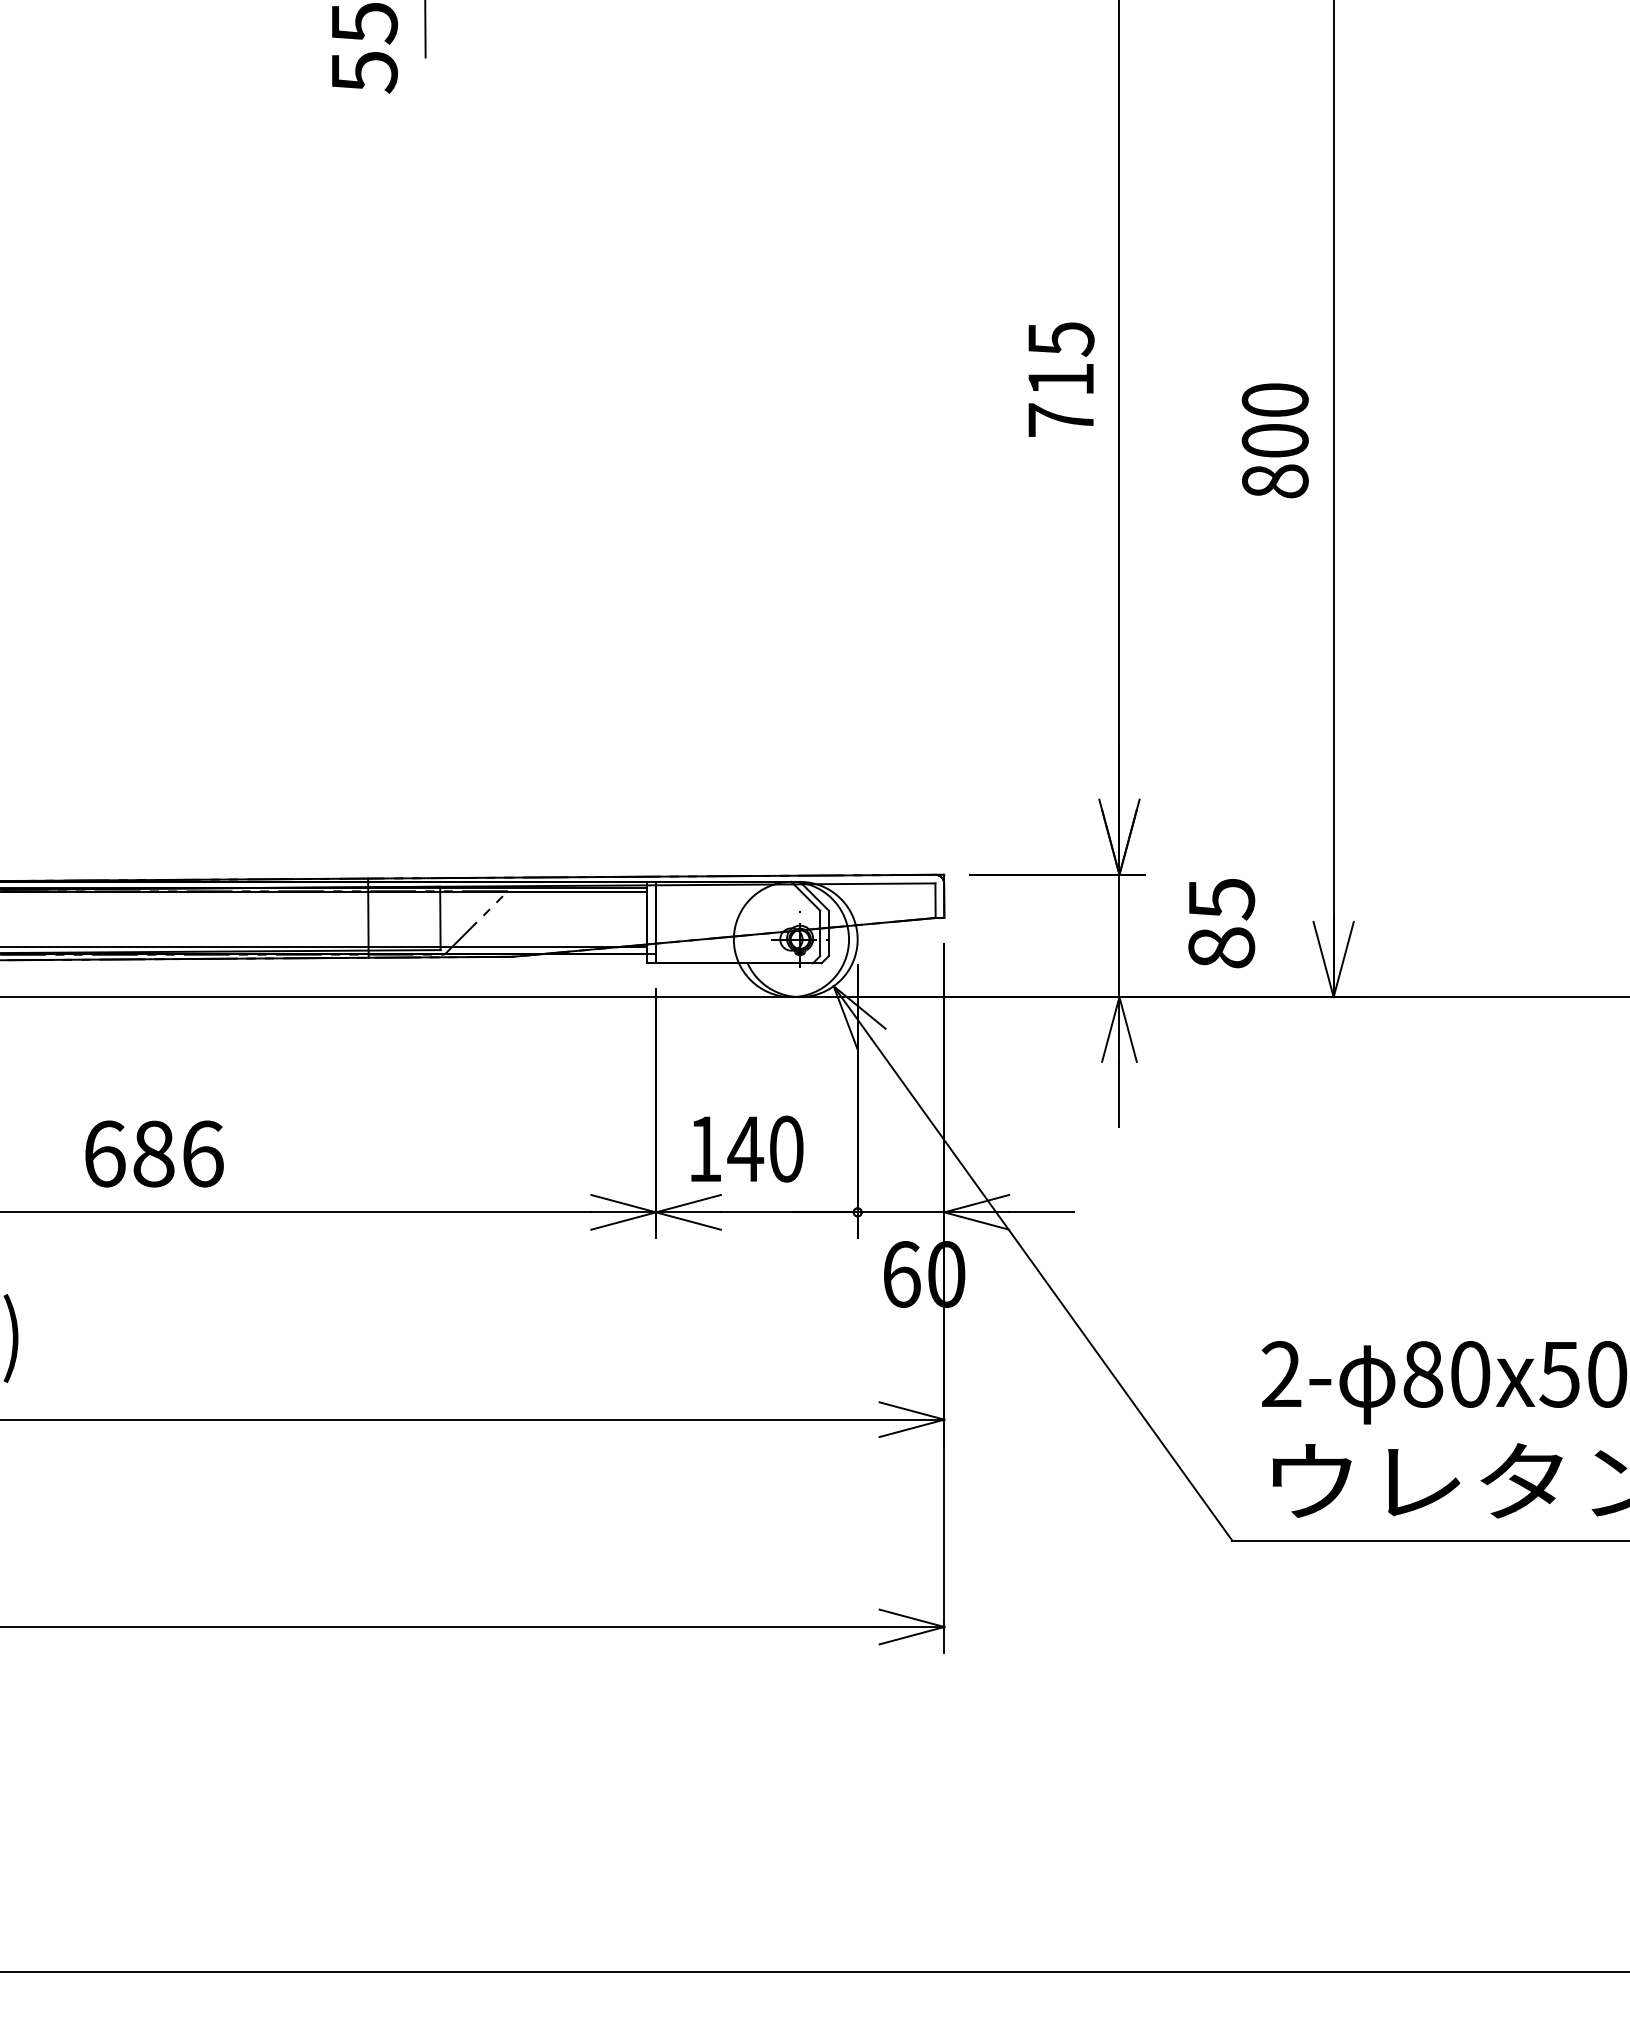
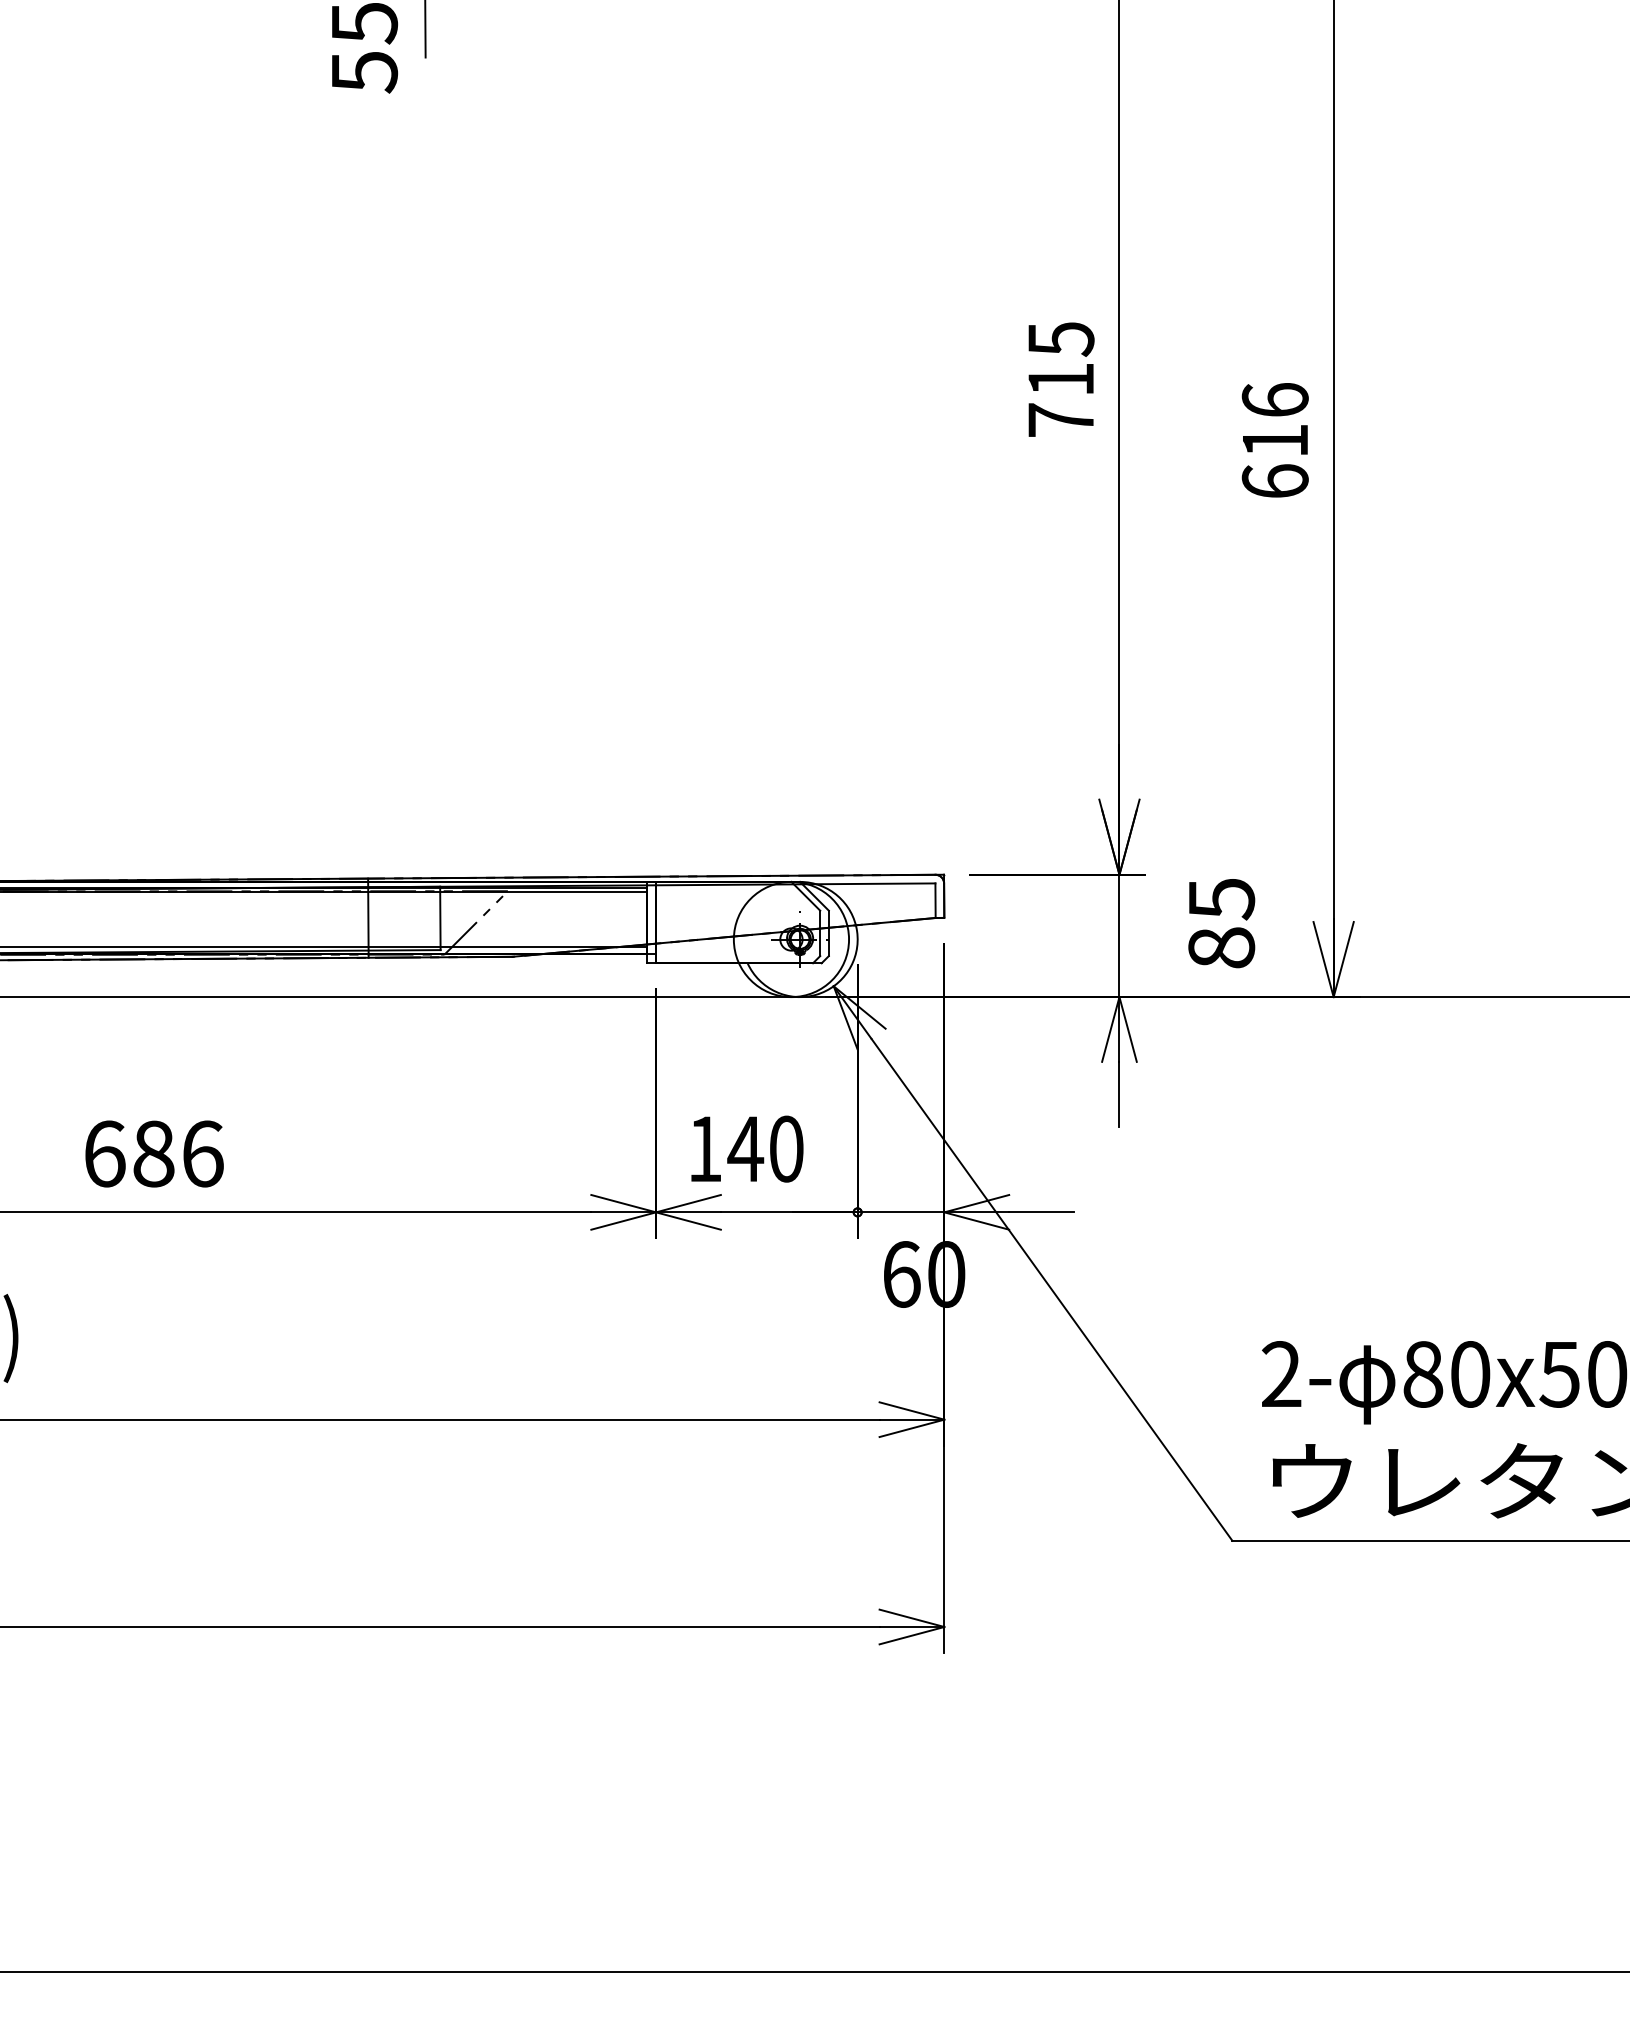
text at (1274, 440): 800 -> 616
